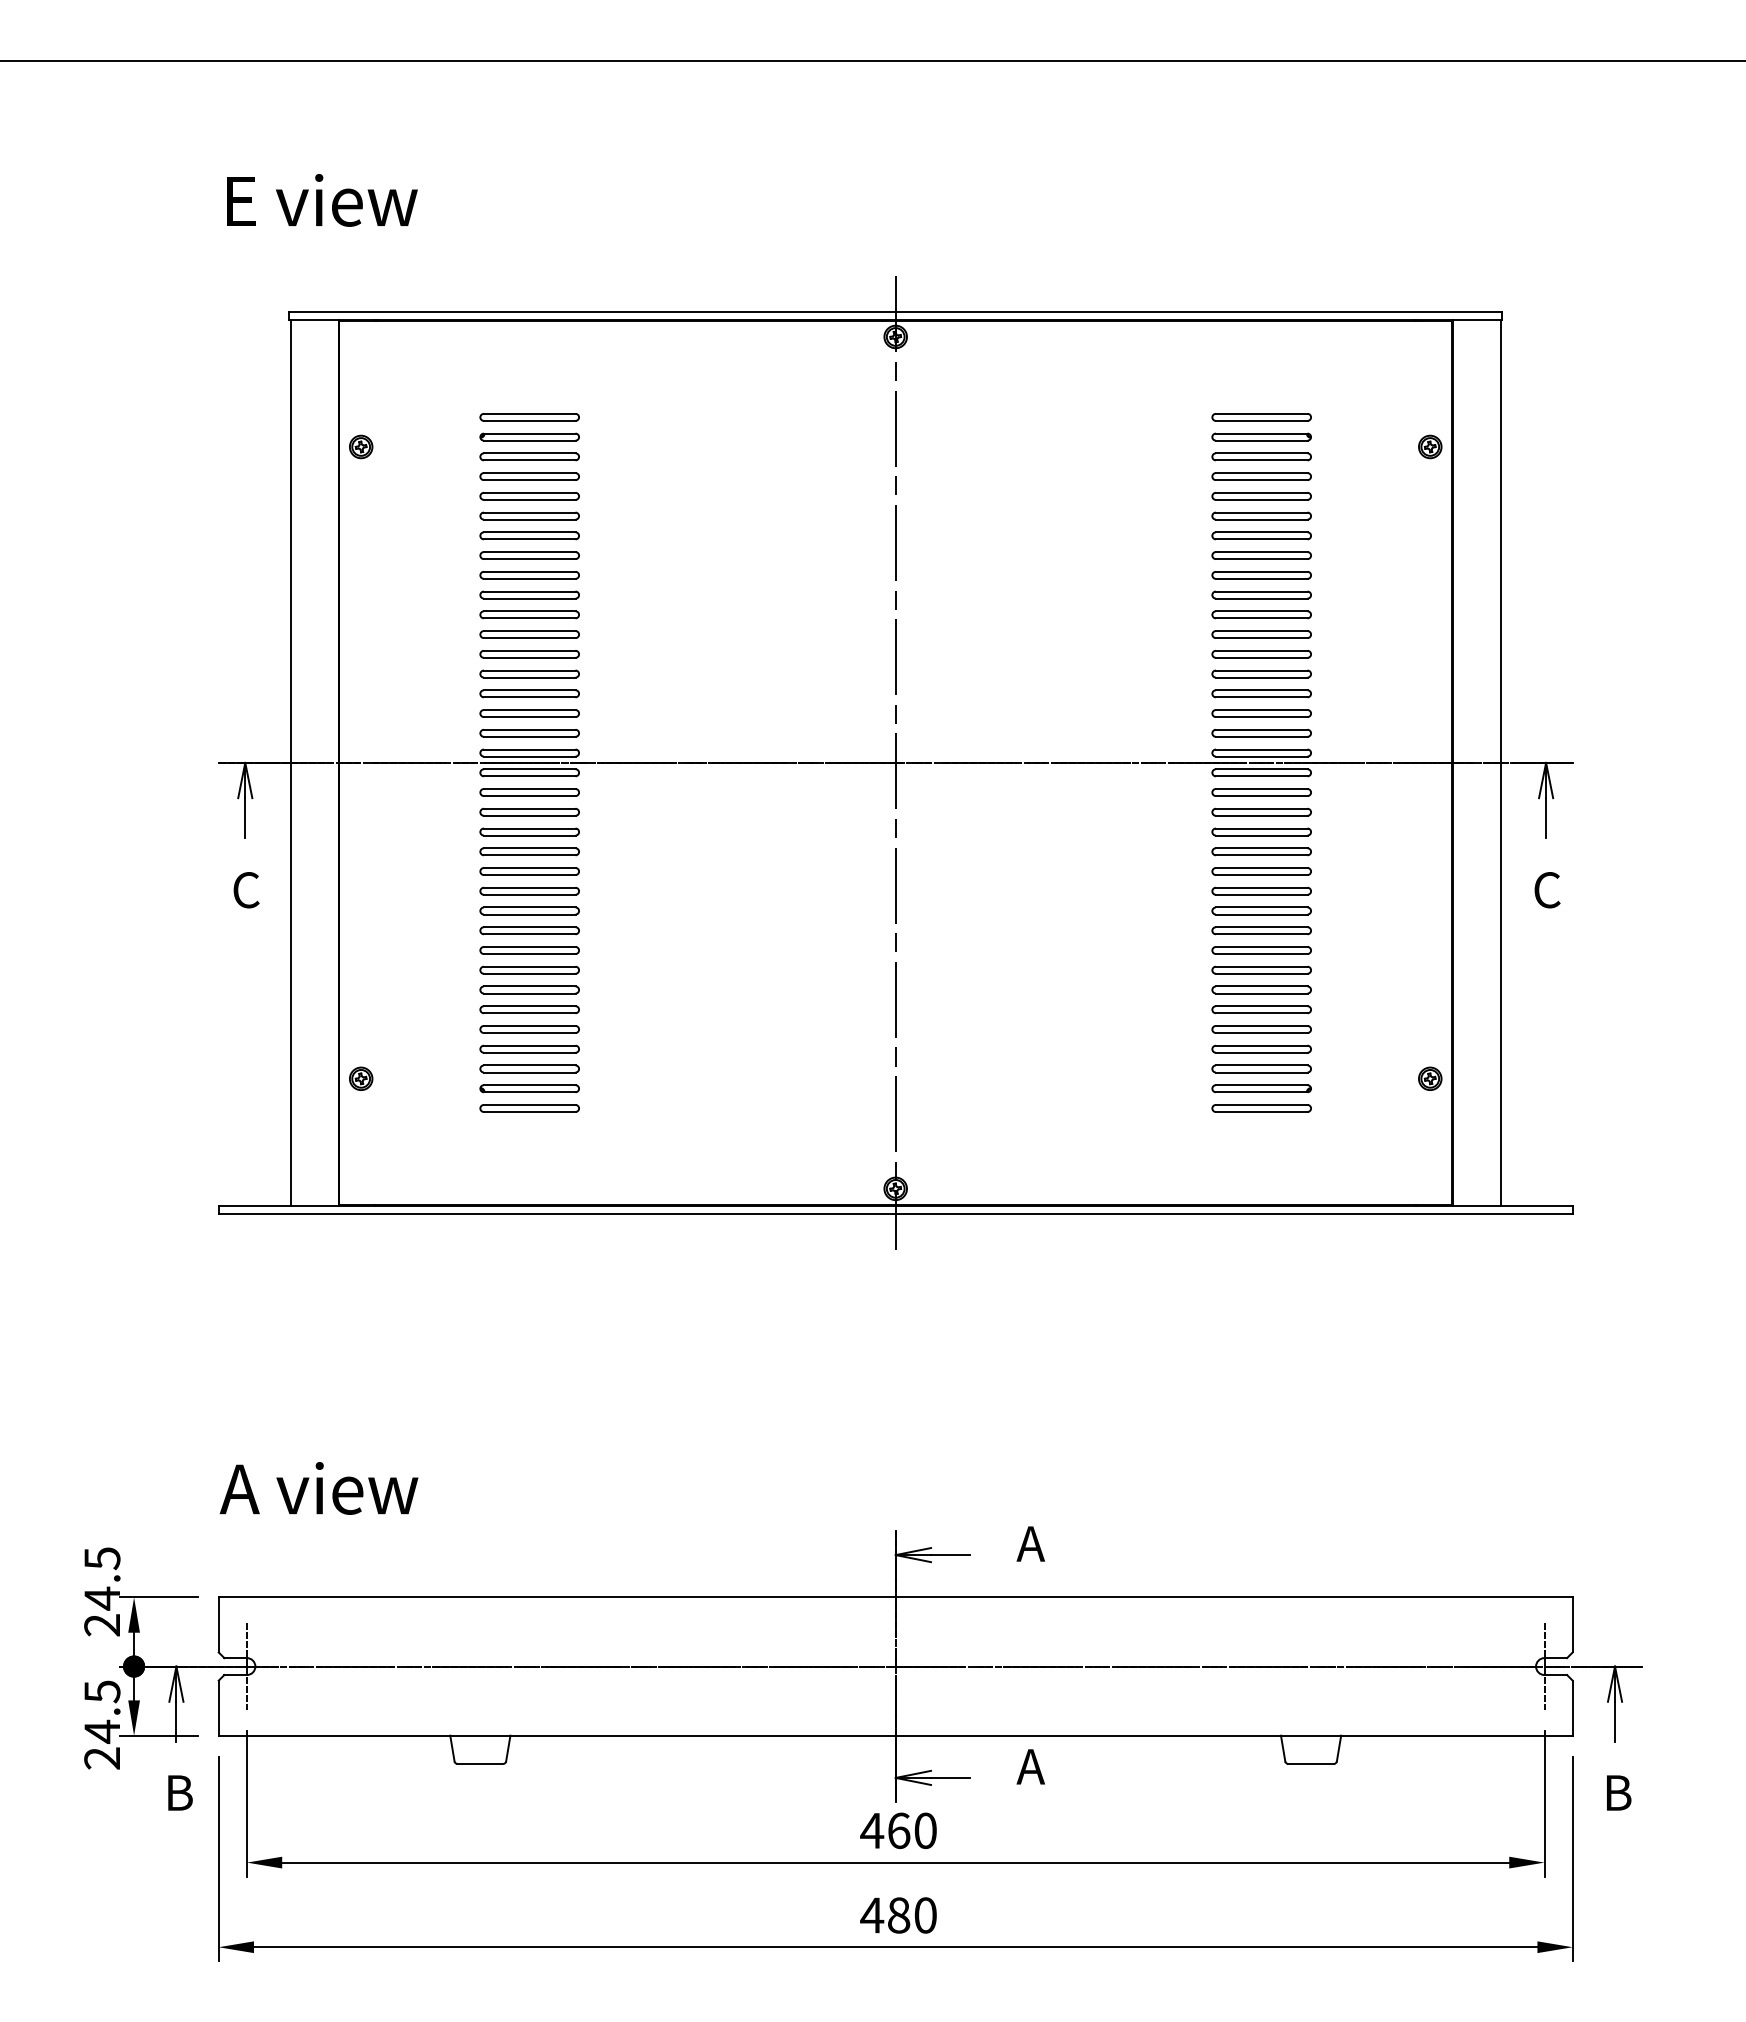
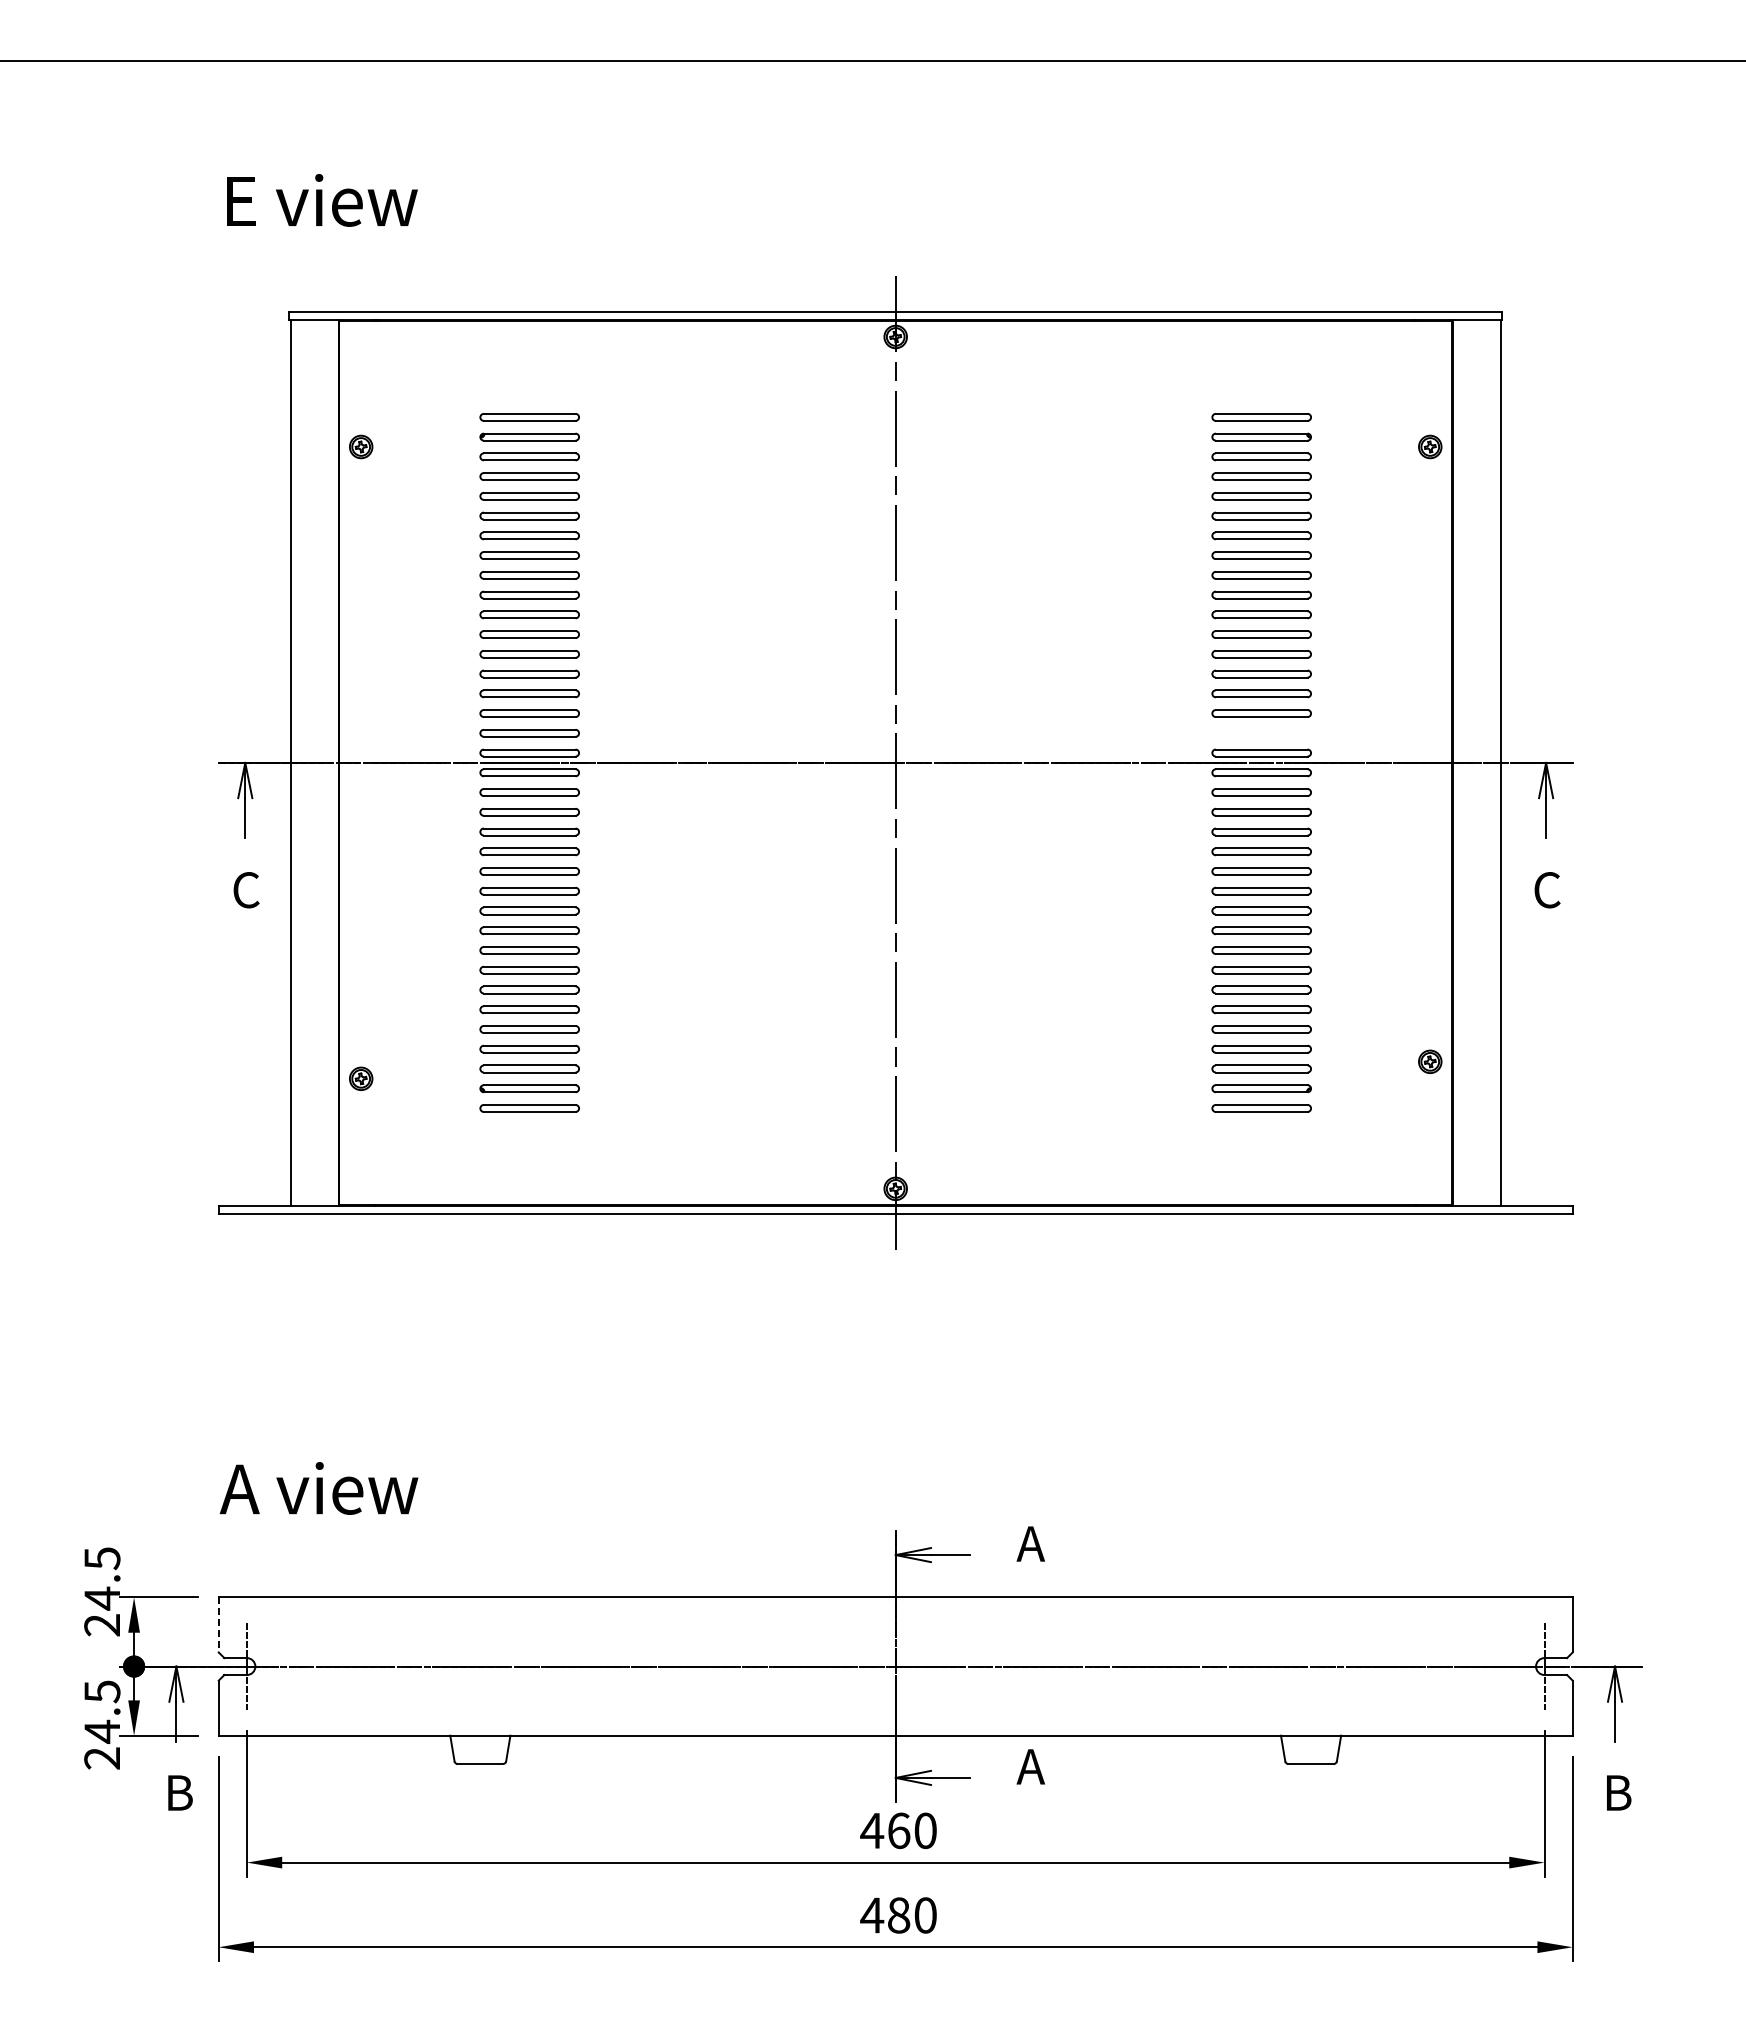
part at (1261, 732): present -> none
part at (1430, 1078) position: (1430, 1078) -> (1430, 1061)
line at (218, 1624): solid -> dashed
